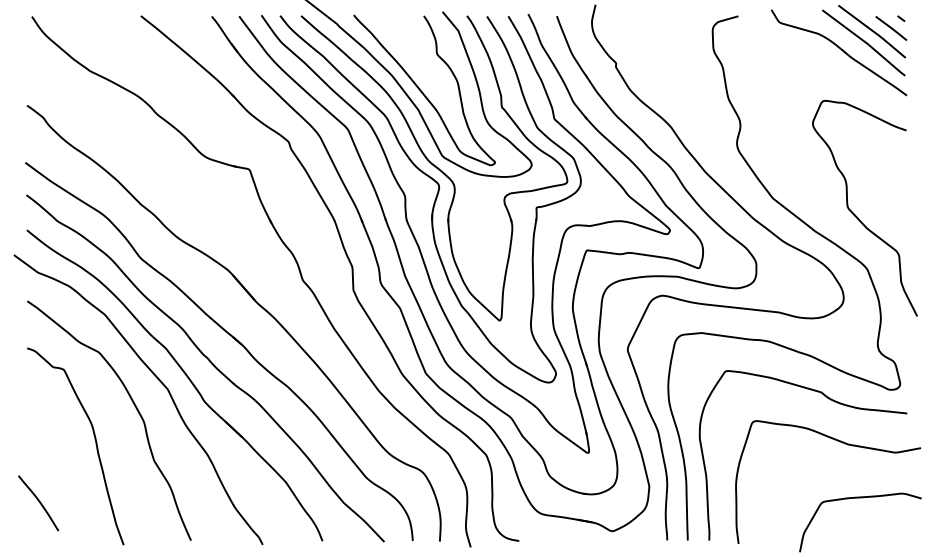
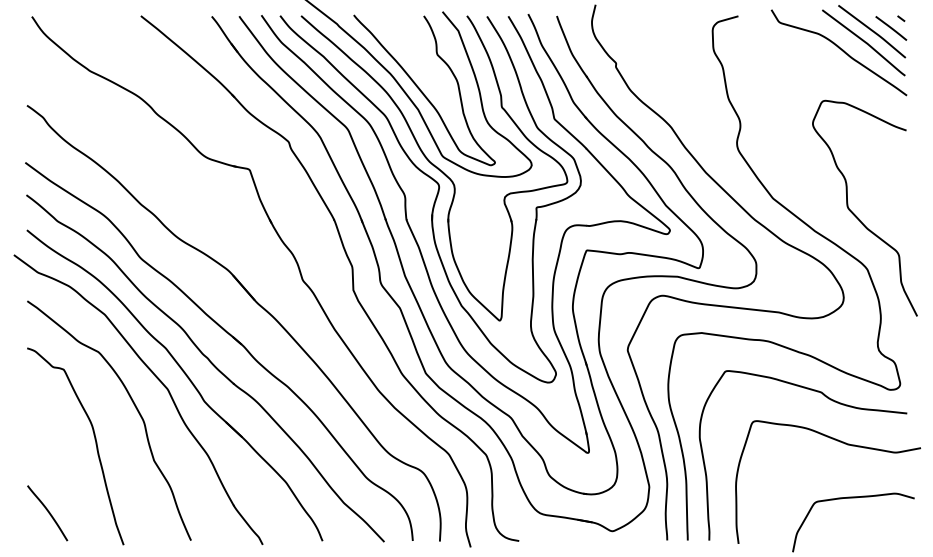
curve at (860, 498) position: (860, 498) -> (853, 498)
curve at (39, 503) position: (39, 503) -> (48, 513)
